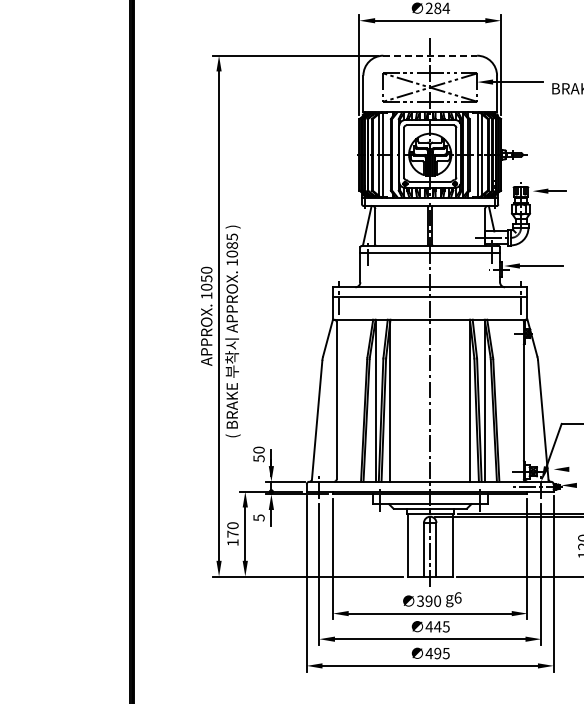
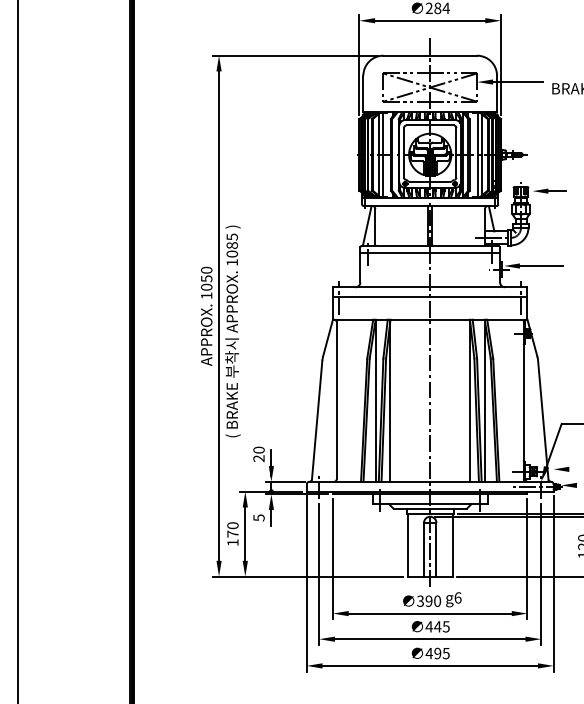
line at (430, 55): dashed -> solid
line at (17, 351): none -> present
text at (258, 458): 50 -> 20
